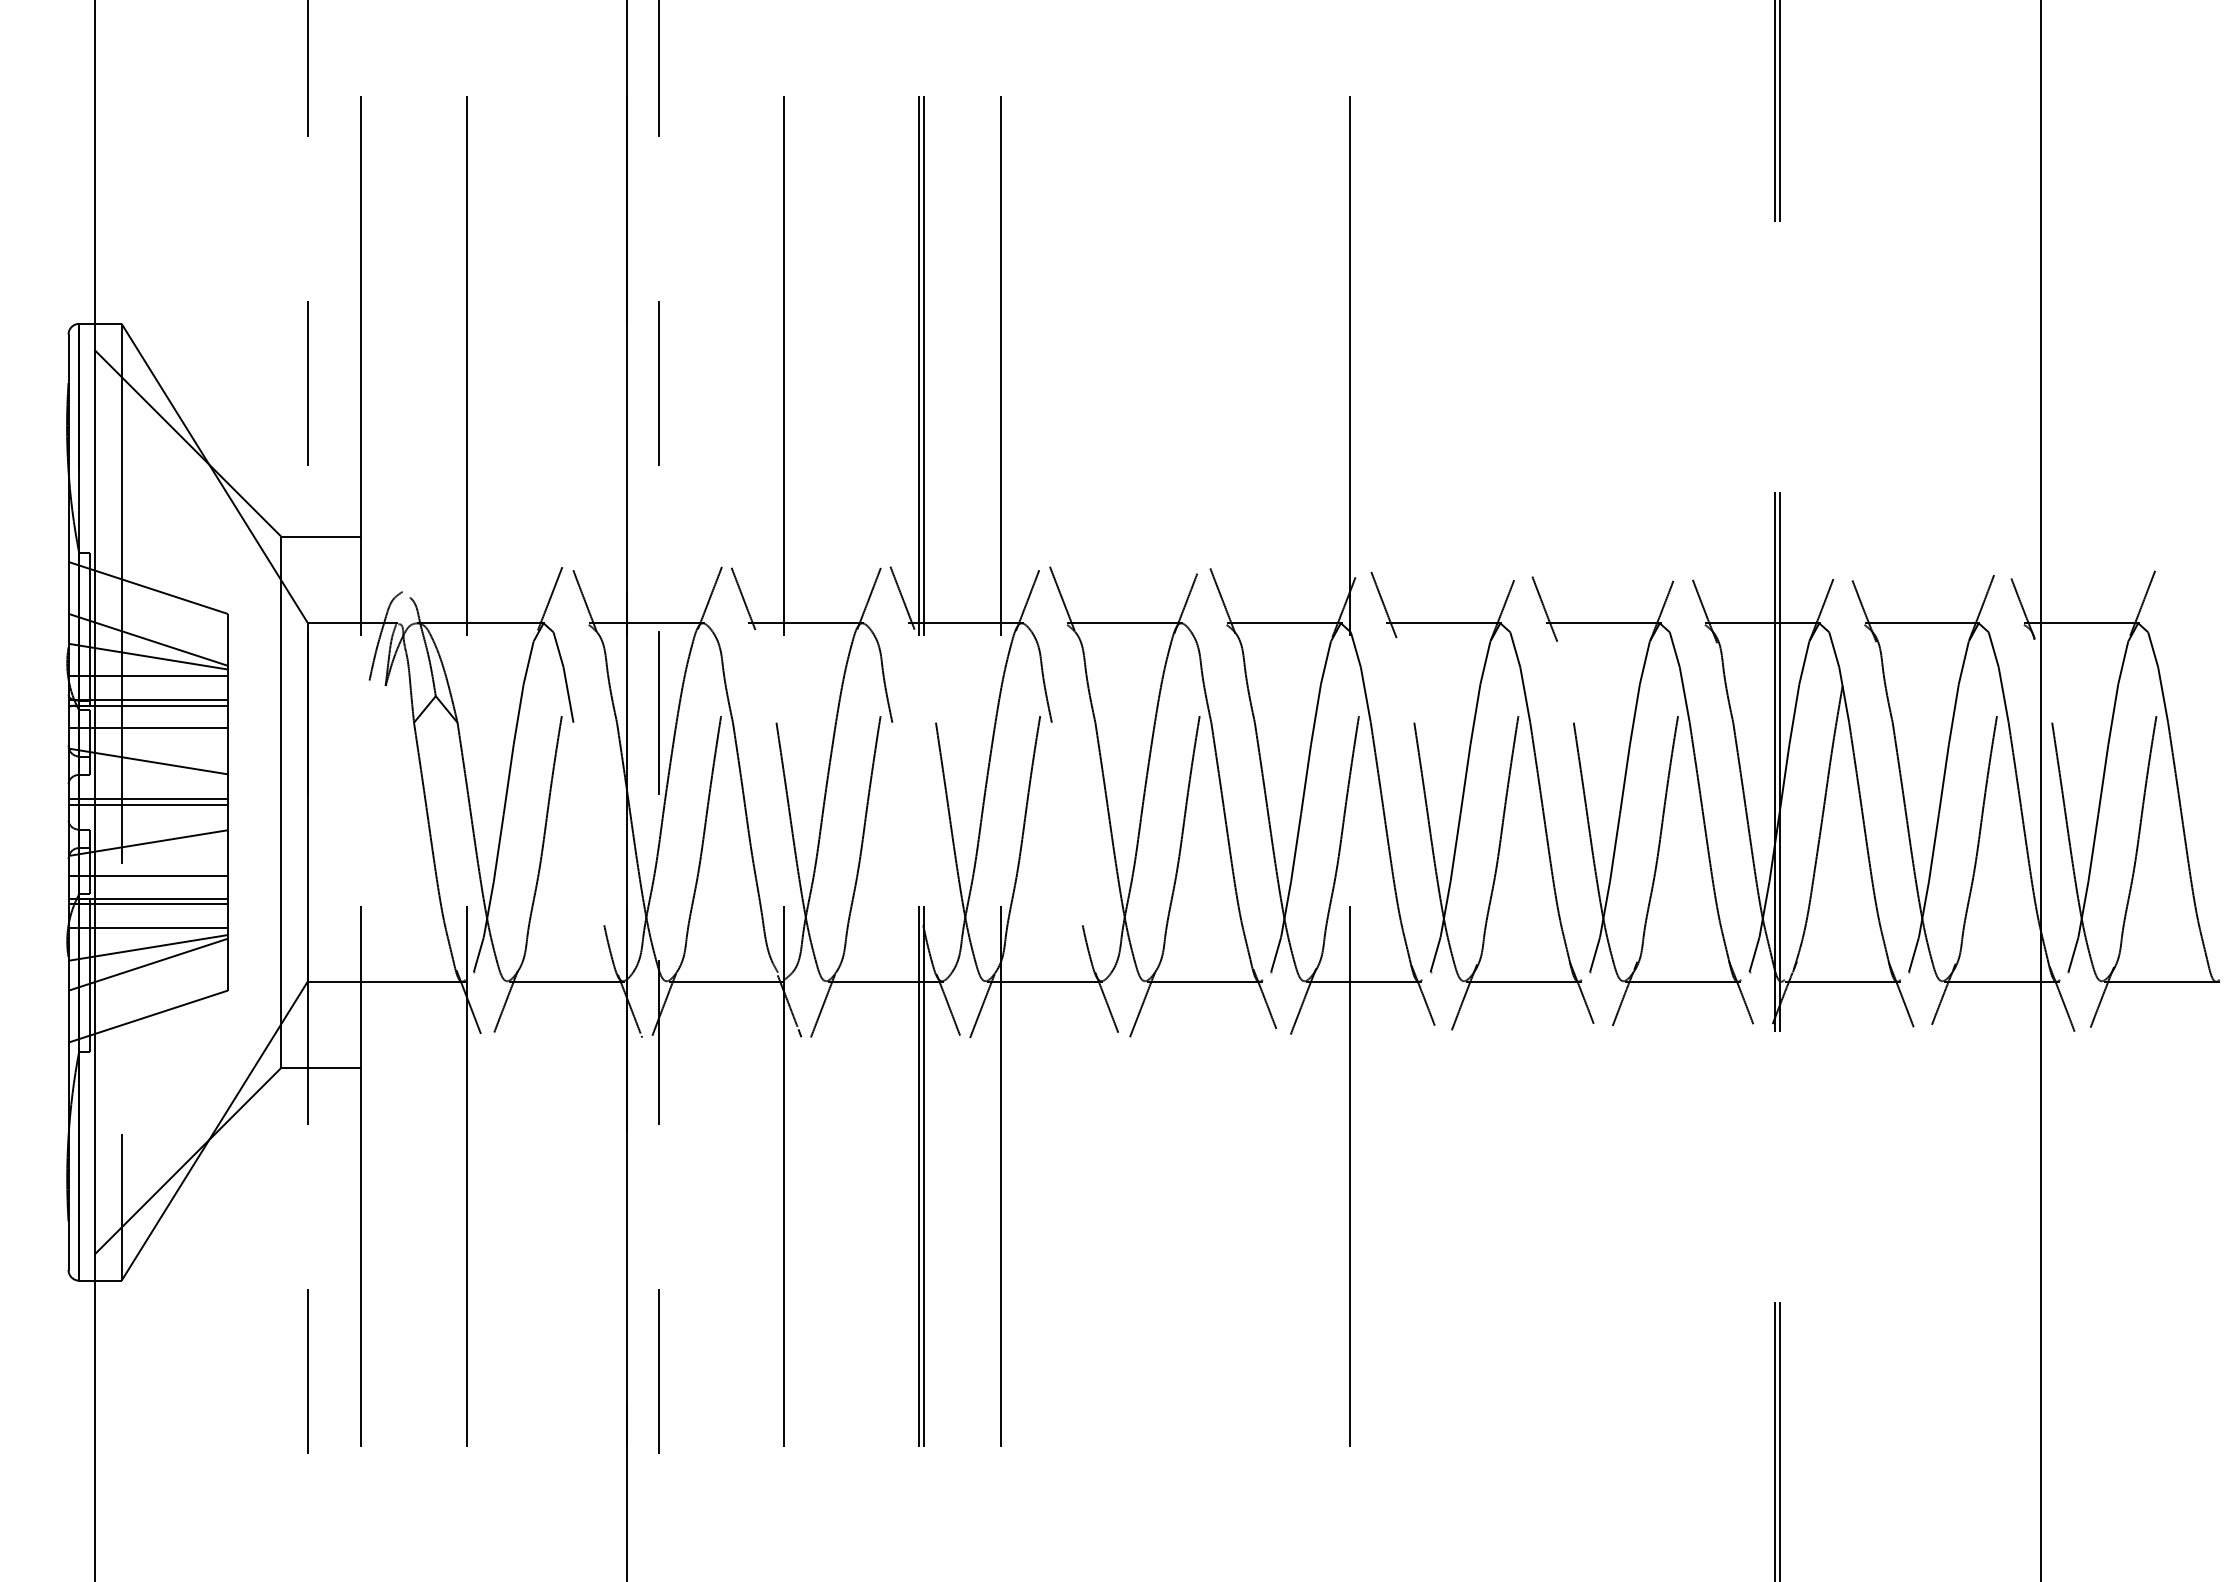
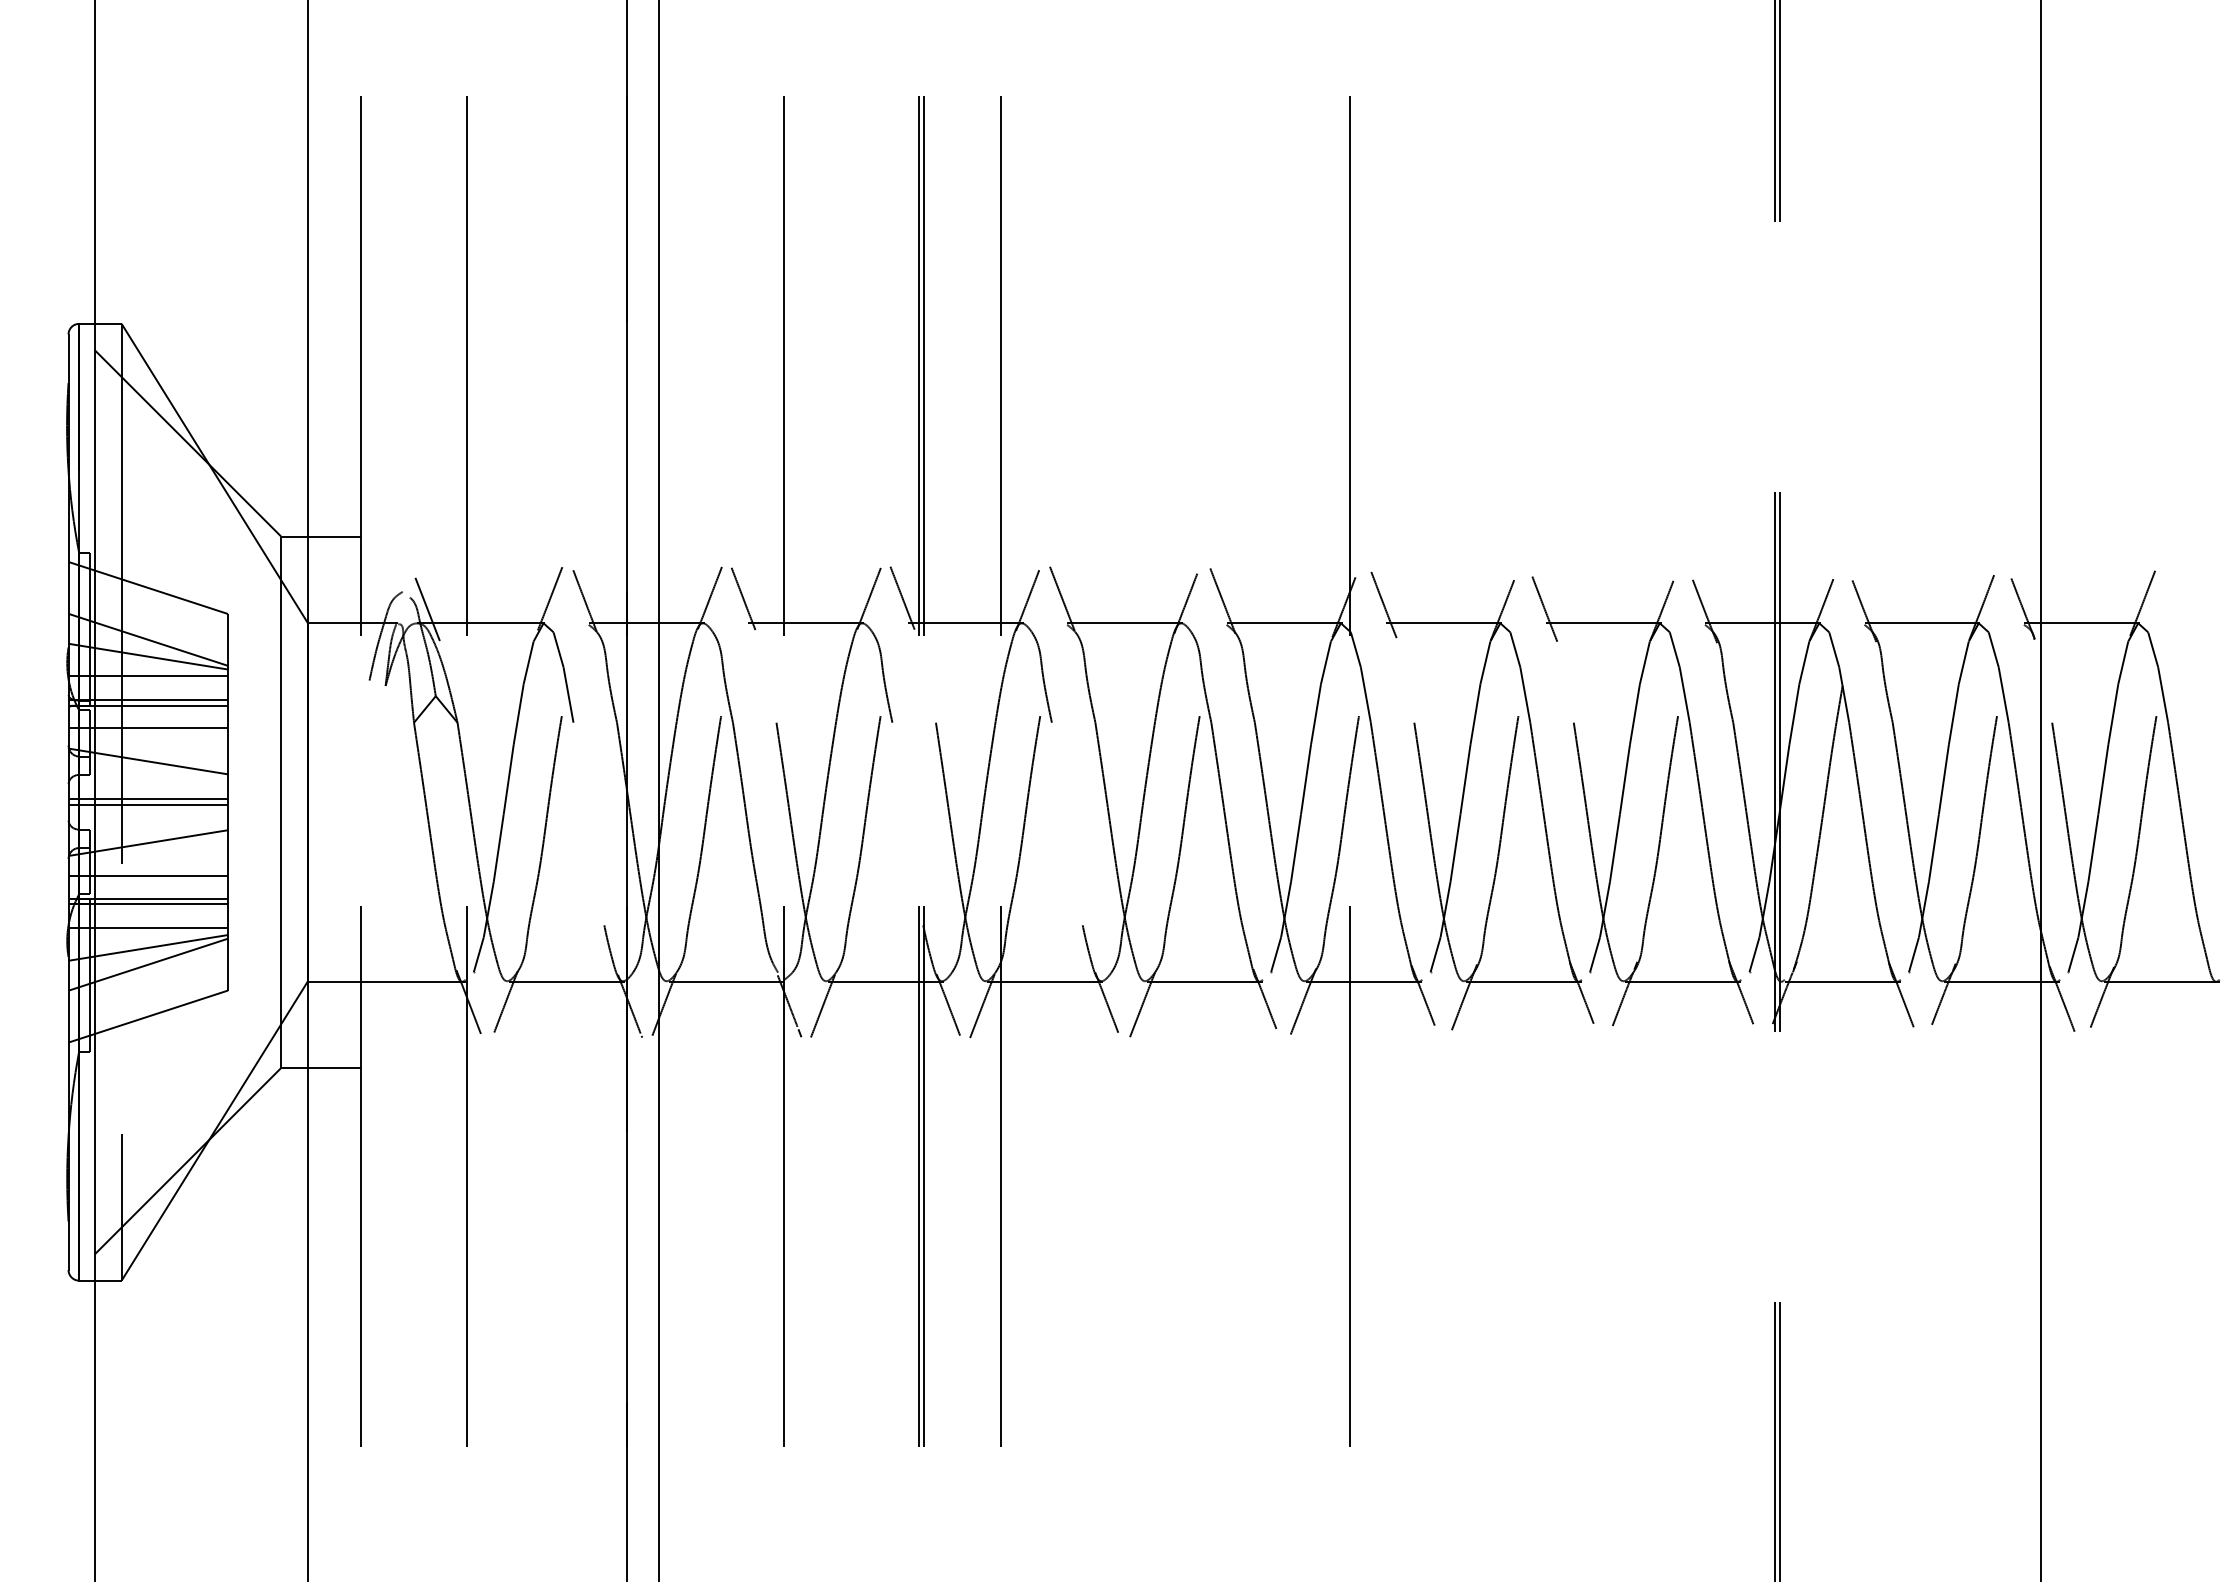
line at (427, 609): none -> present
line at (307, 791): dashed -> solid
line at (658, 791): dashed -> solid
